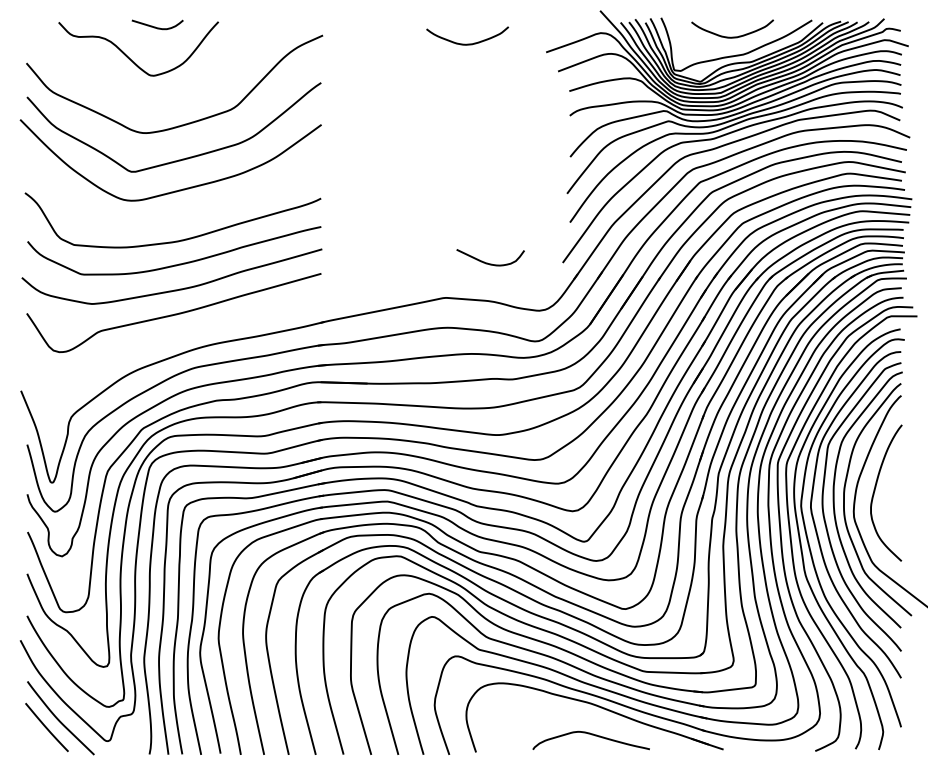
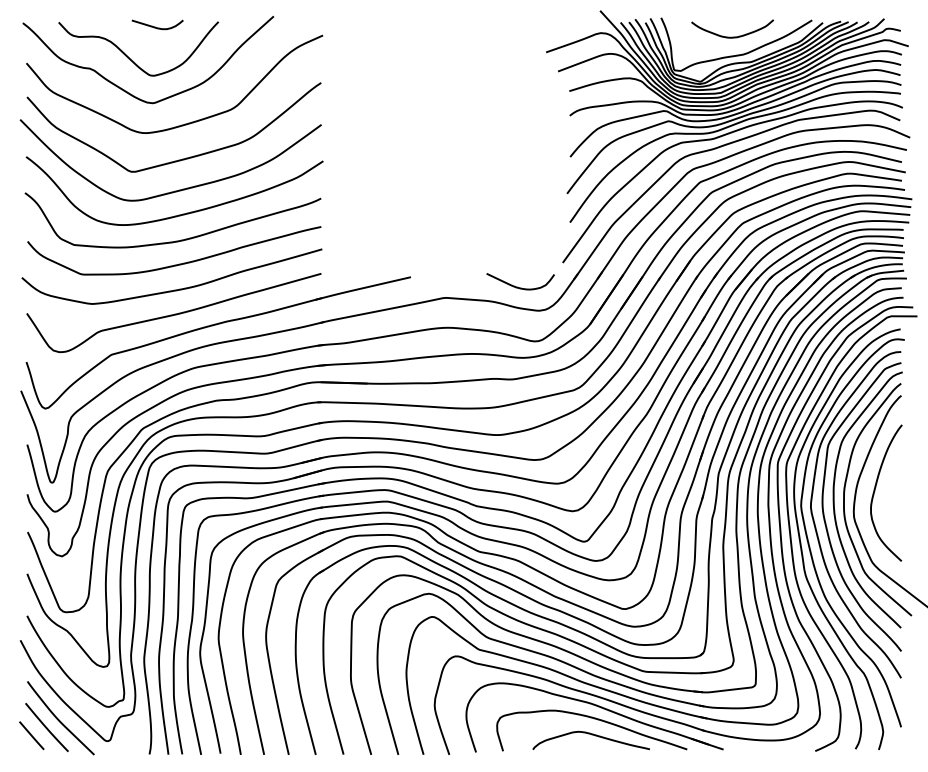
curve at (467, 43): present -> none
curve at (129, 92): none -> present
curve at (178, 214): none -> present
curve at (487, 262) position: (487, 262) -> (517, 286)
part at (212, 326): none -> present
curve at (594, 719): none -> present
line at (31, 735): none -> present
